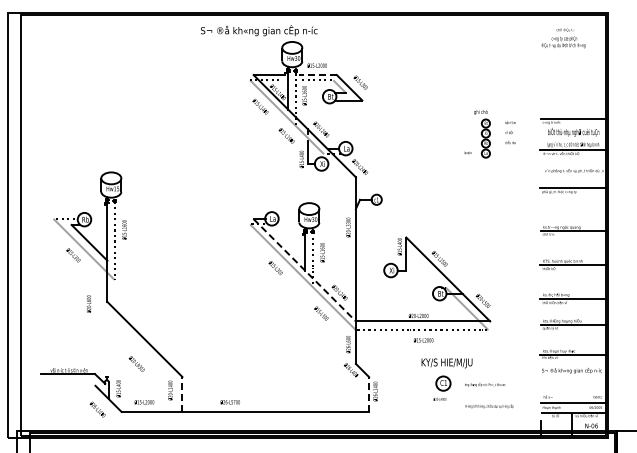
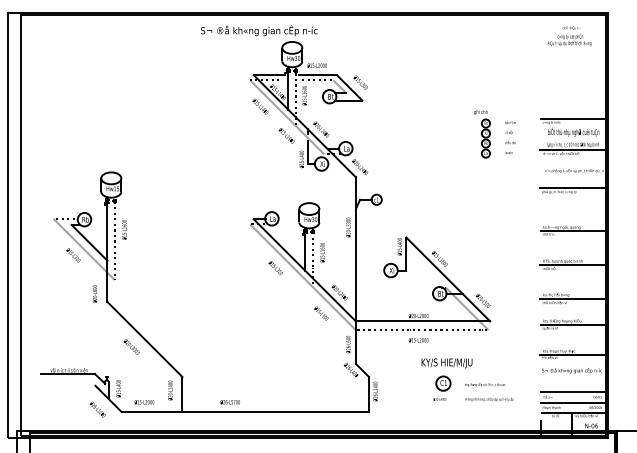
text at (563, 38) position: (563, 38) -> (569, 36)
line at (317, 75): dashed -> solid
text at (467, 152) position: (467, 152) -> (508, 152)
line at (305, 270): dashed -> solid
text at (89, 303) position: (89, 303) -> (95, 293)
text at (423, 340) position: (423, 340) -> (418, 340)
text at (136, 363) position: (136, 363) -> (131, 346)
line at (573, 392): none -> present
line at (182, 393): dashed -> solid
line at (369, 393): dashed -> solid
text at (489, 406) position: (489, 406) -> (489, 399)
